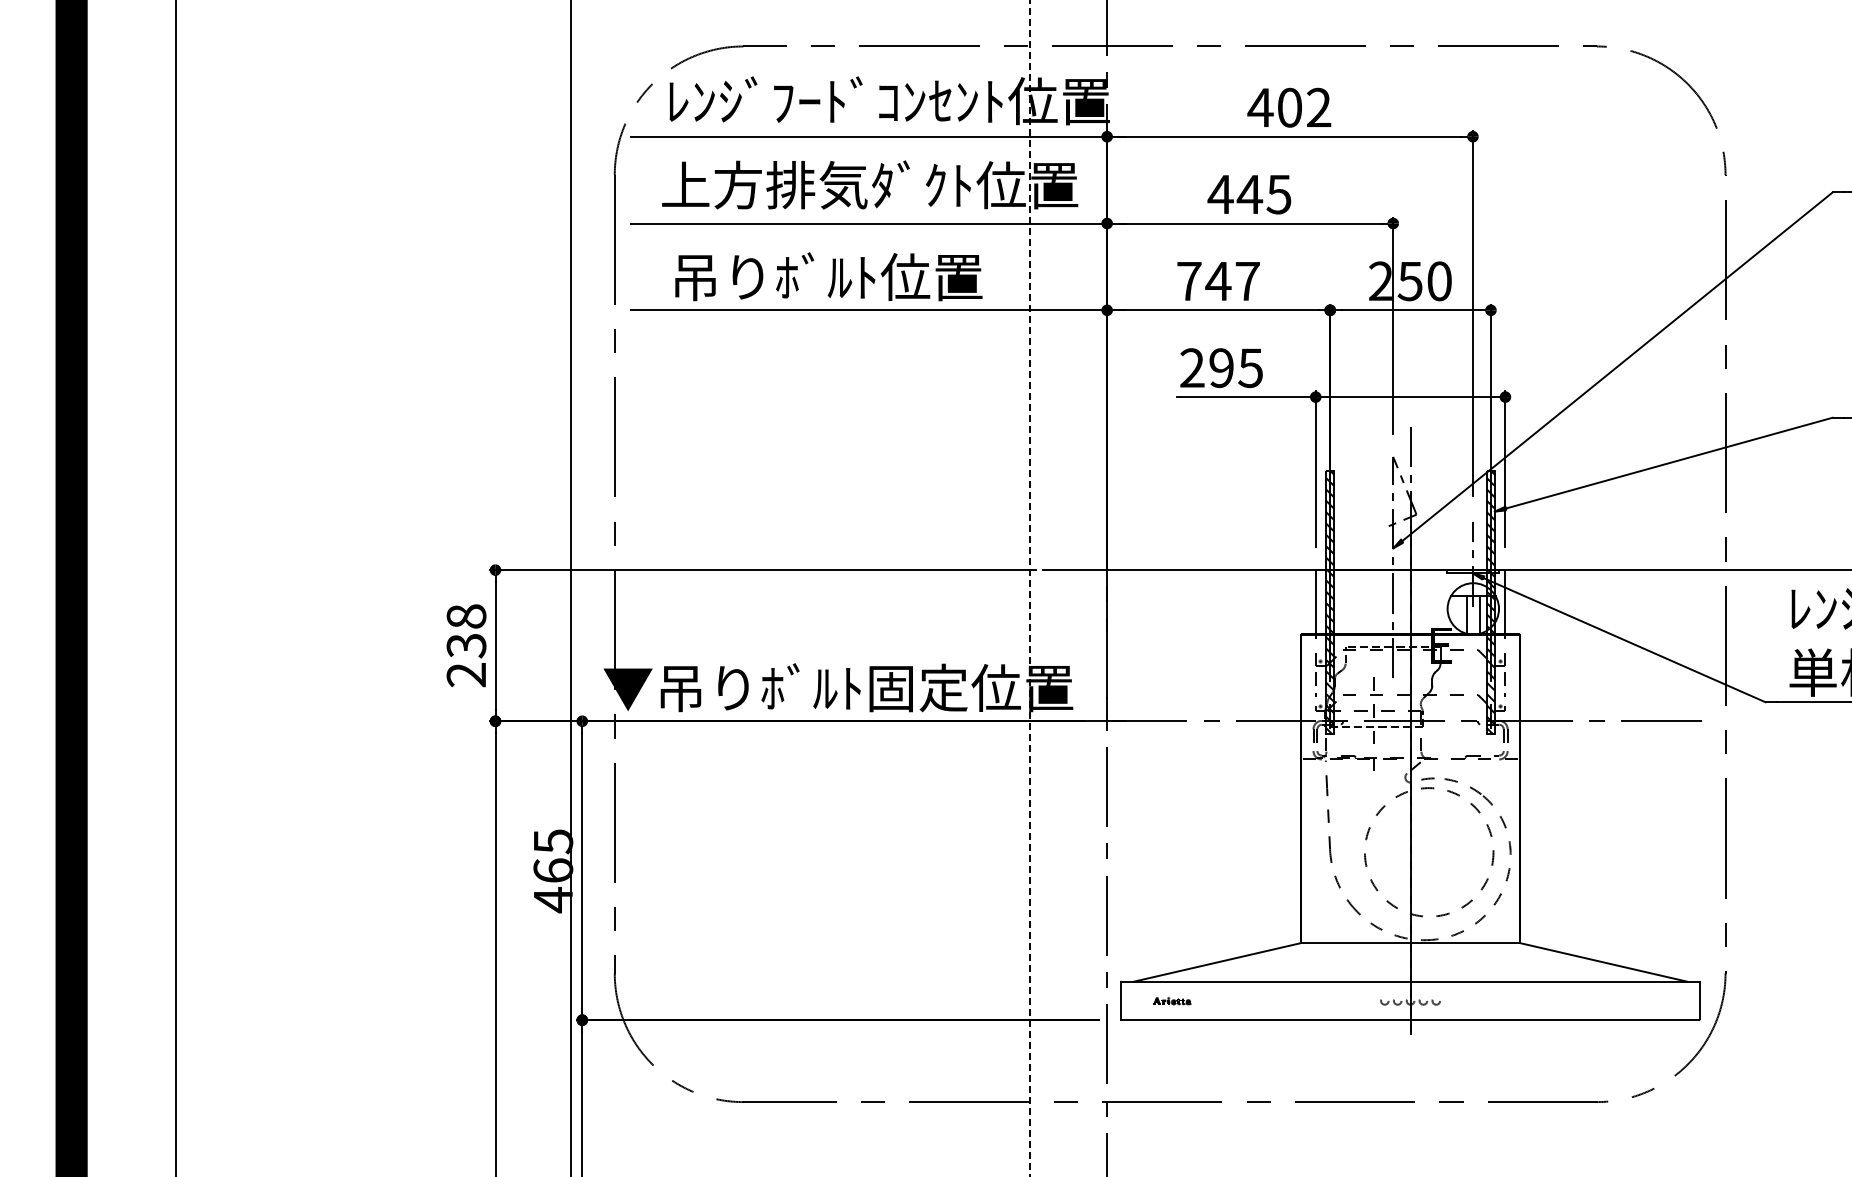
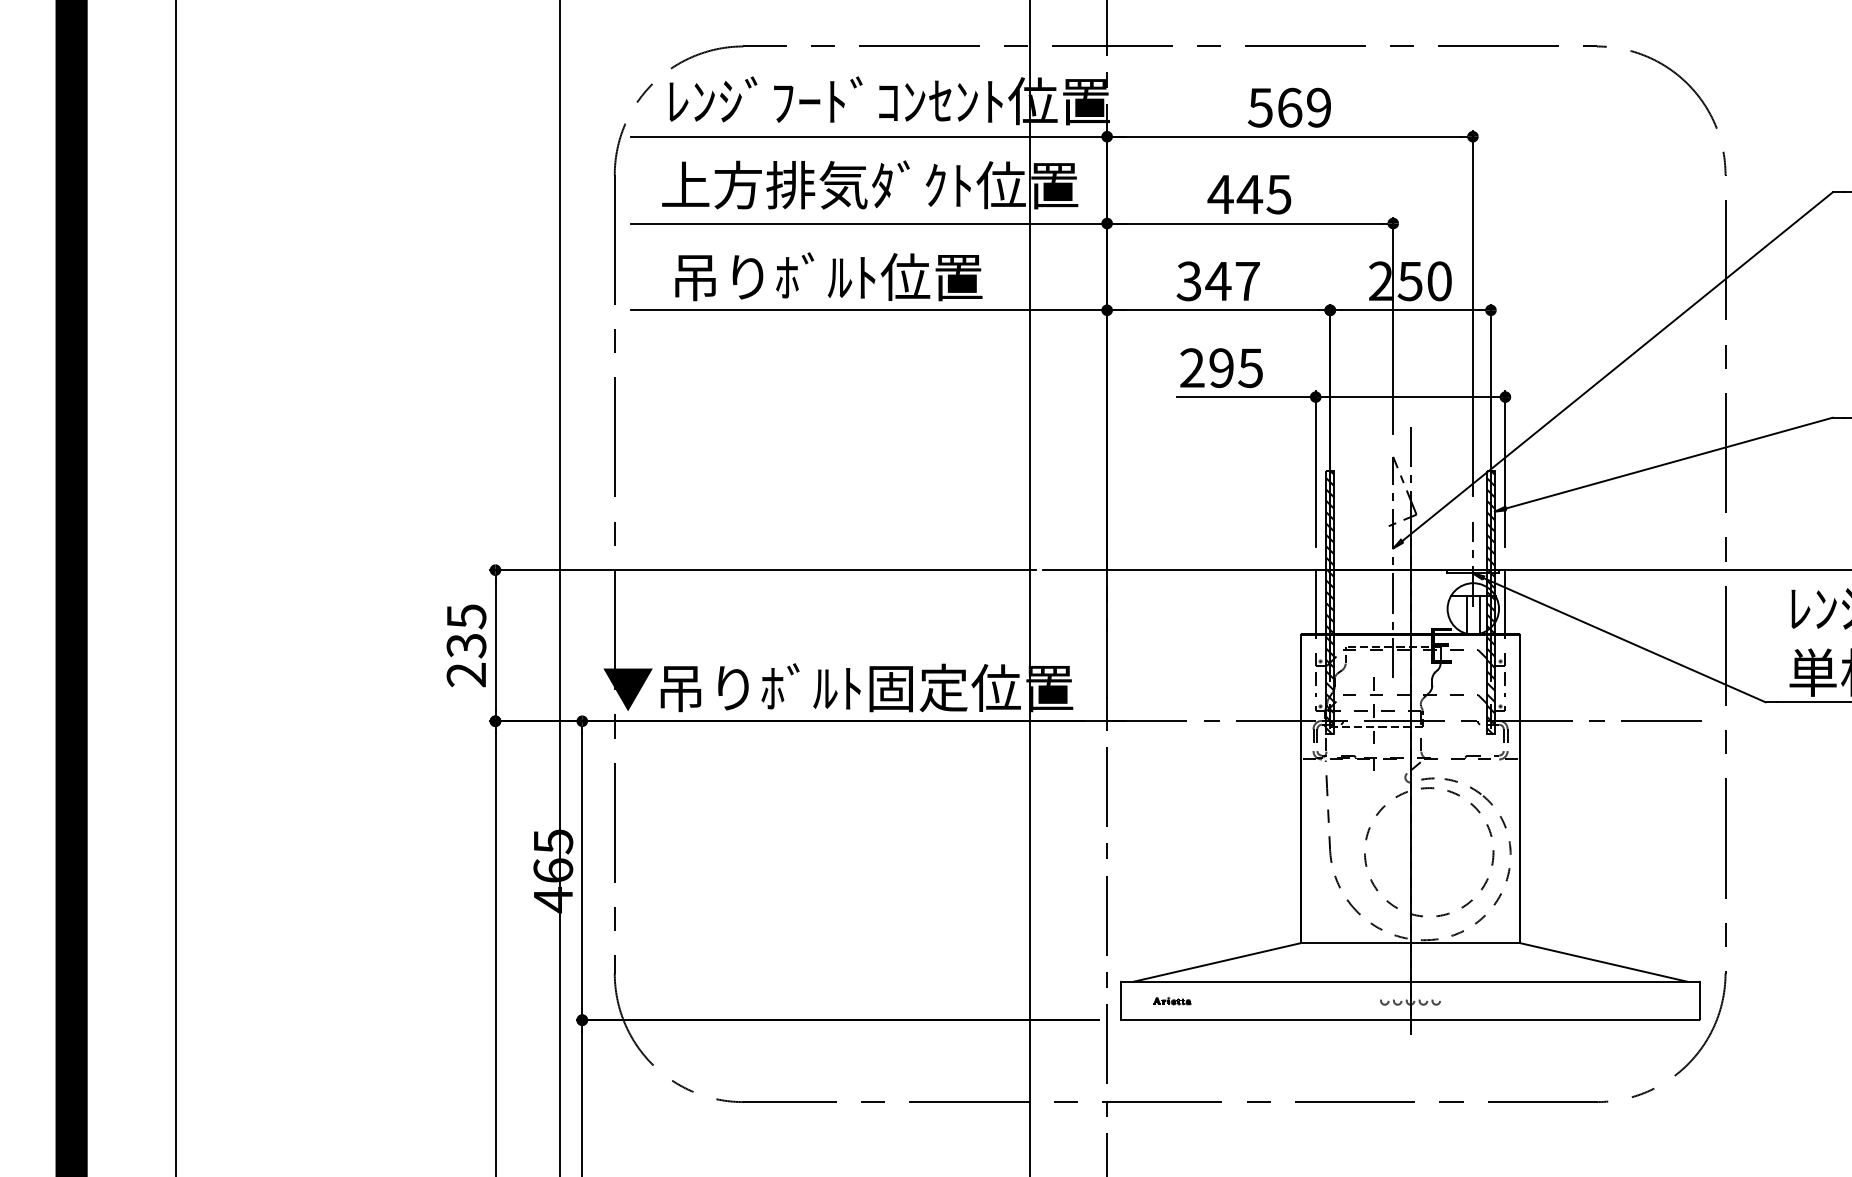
text at (1289, 107): 402 -> 569
text at (1188, 281): 747 -> 347
line at (571, 587) position: (571, 587) -> (560, 587)
line at (1030, 588): dashed -> solid
text at (466, 616): 238 -> 235
